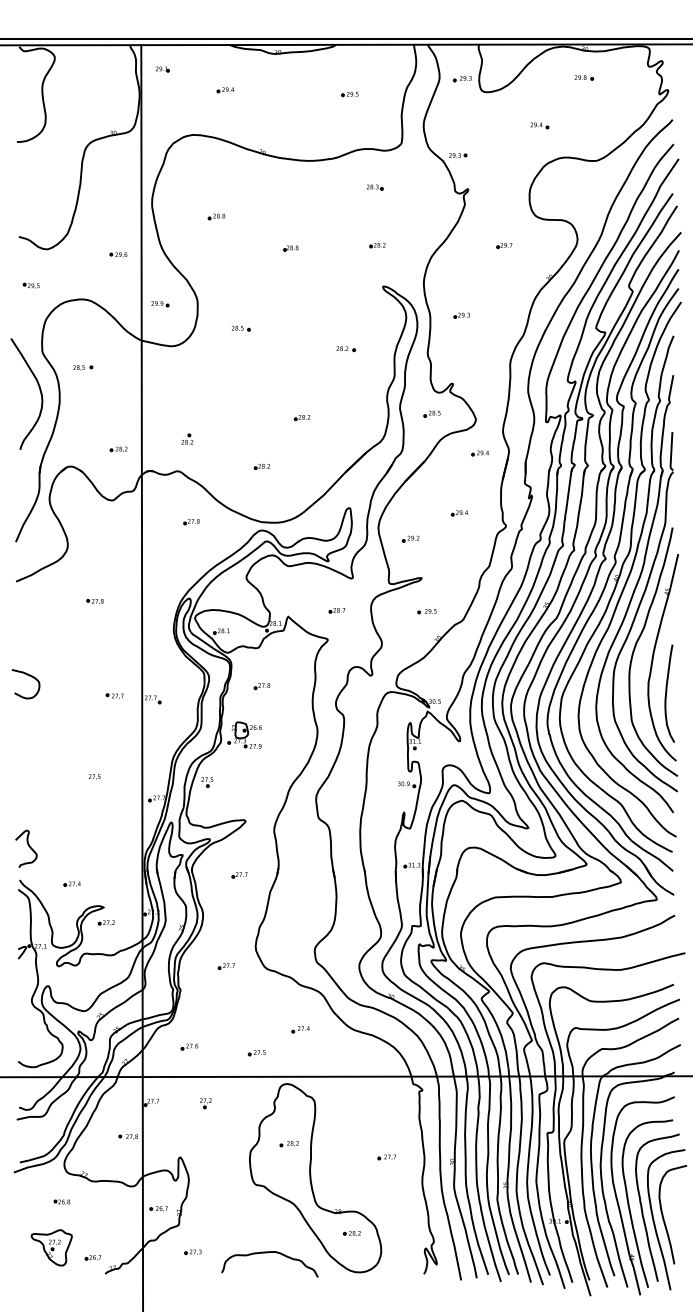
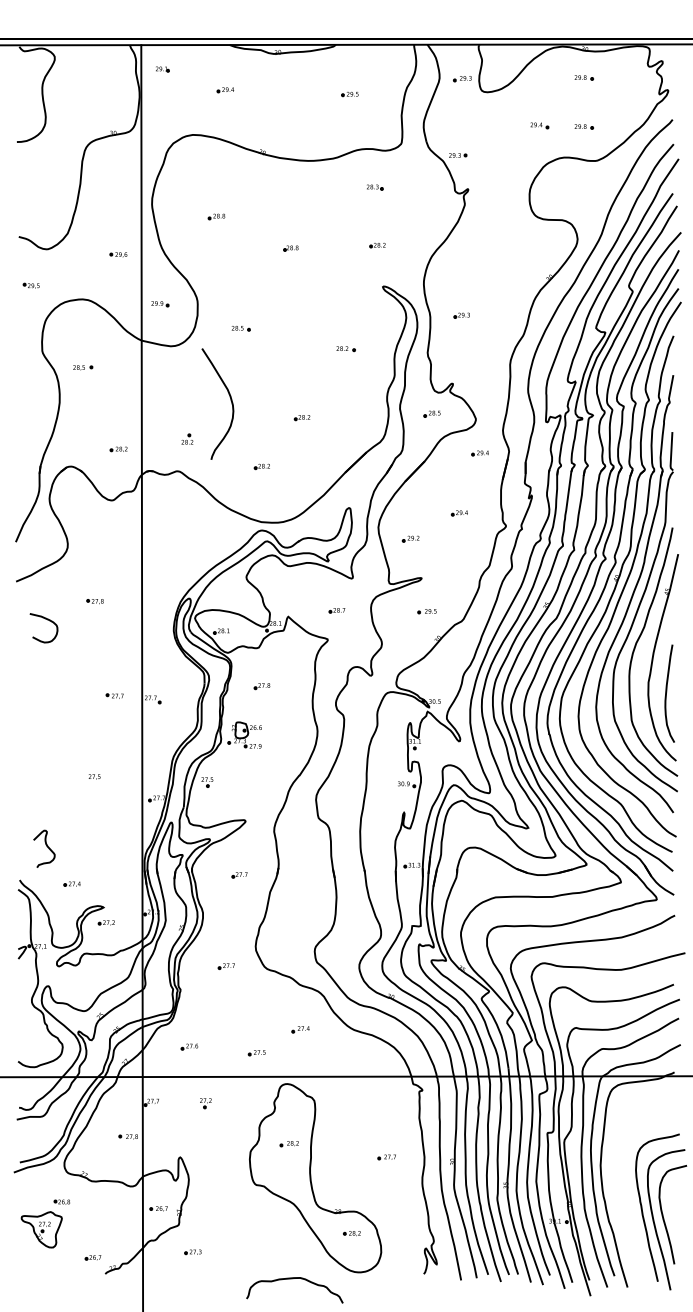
part at (583, 126): none -> present
part at (504, 246): present -> none
curve at (39, 390) position: (39, 390) -> (230, 400)
part at (191, 522): present -> none
curve at (29, 676) position: (29, 676) -> (47, 620)
curve at (28, 846) position: (28, 846) -> (46, 846)
part at (628, 1196): present -> none
part at (51, 1247) position: (51, 1247) -> (41, 1229)
curve at (268, 1253) position: (268, 1253) -> (293, 1279)
